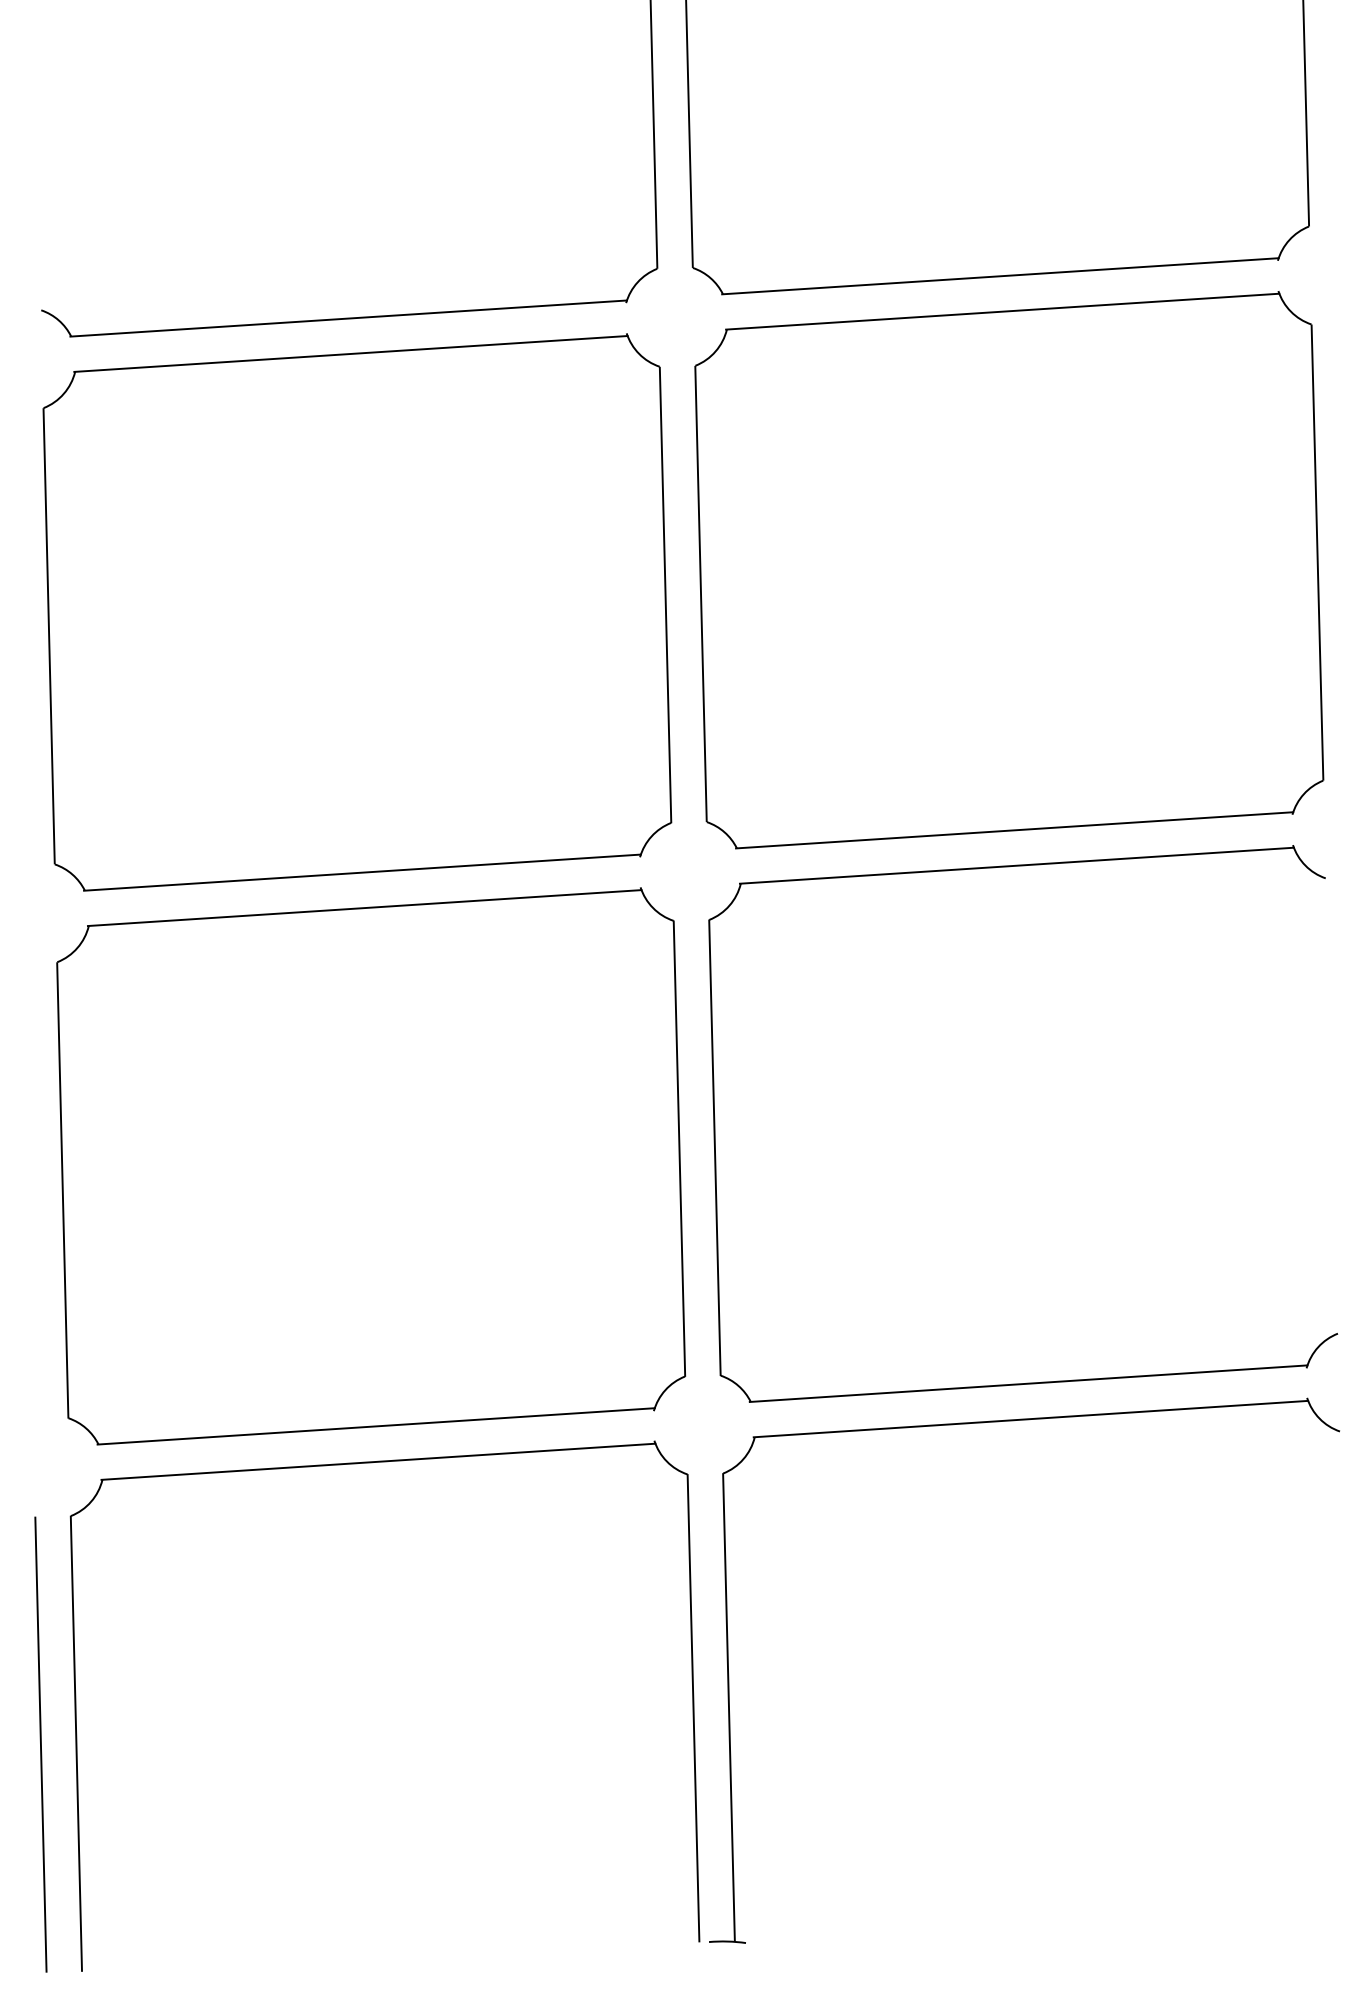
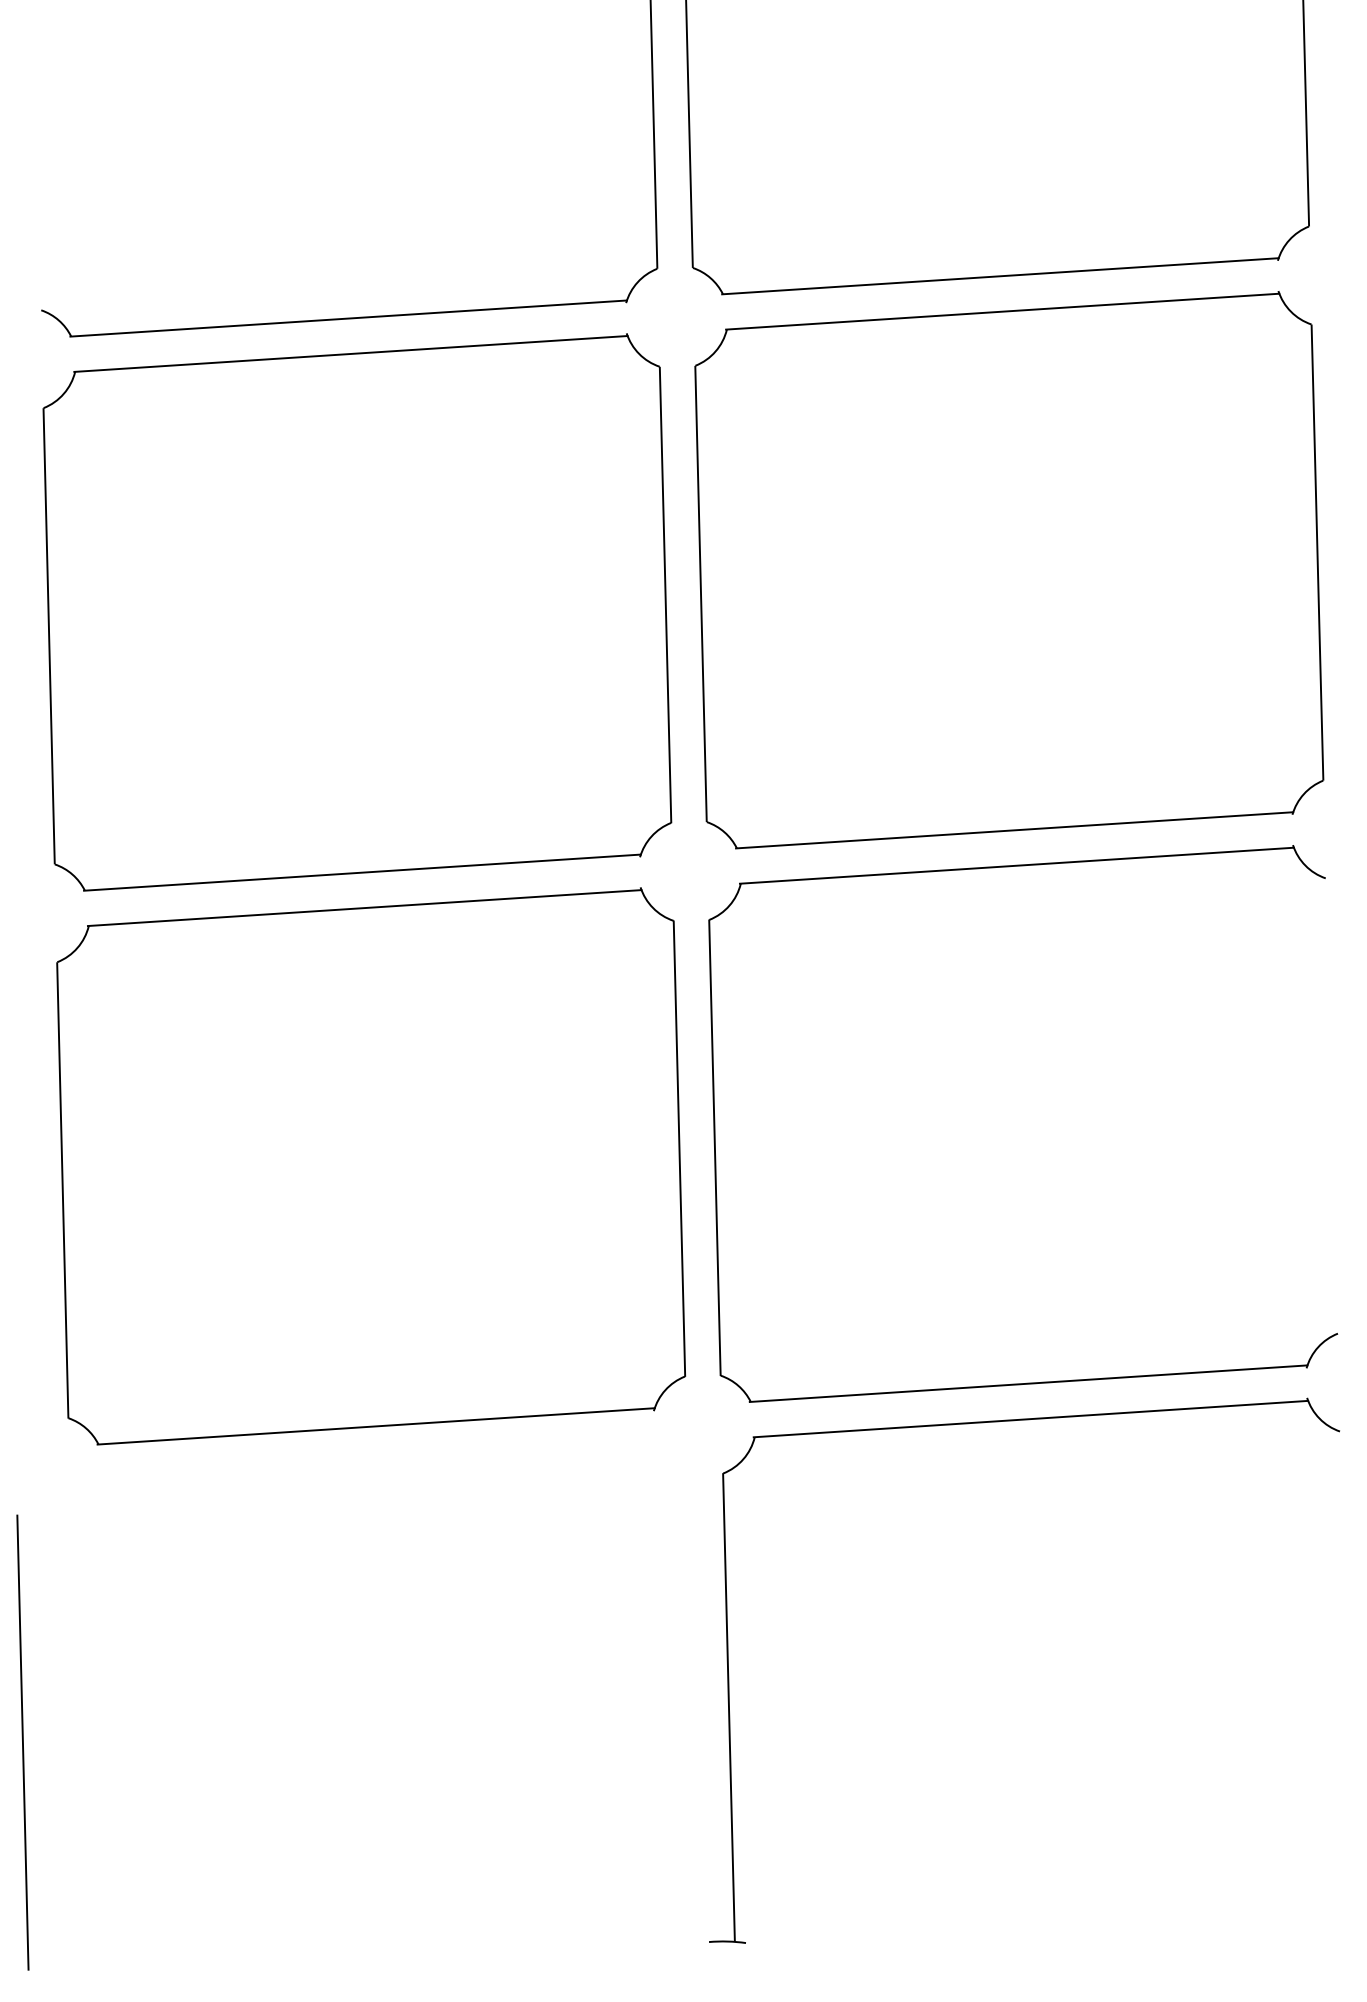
part at (372, 1463): present -> none
line at (40, 1744) position: (40, 1744) -> (22, 1742)
